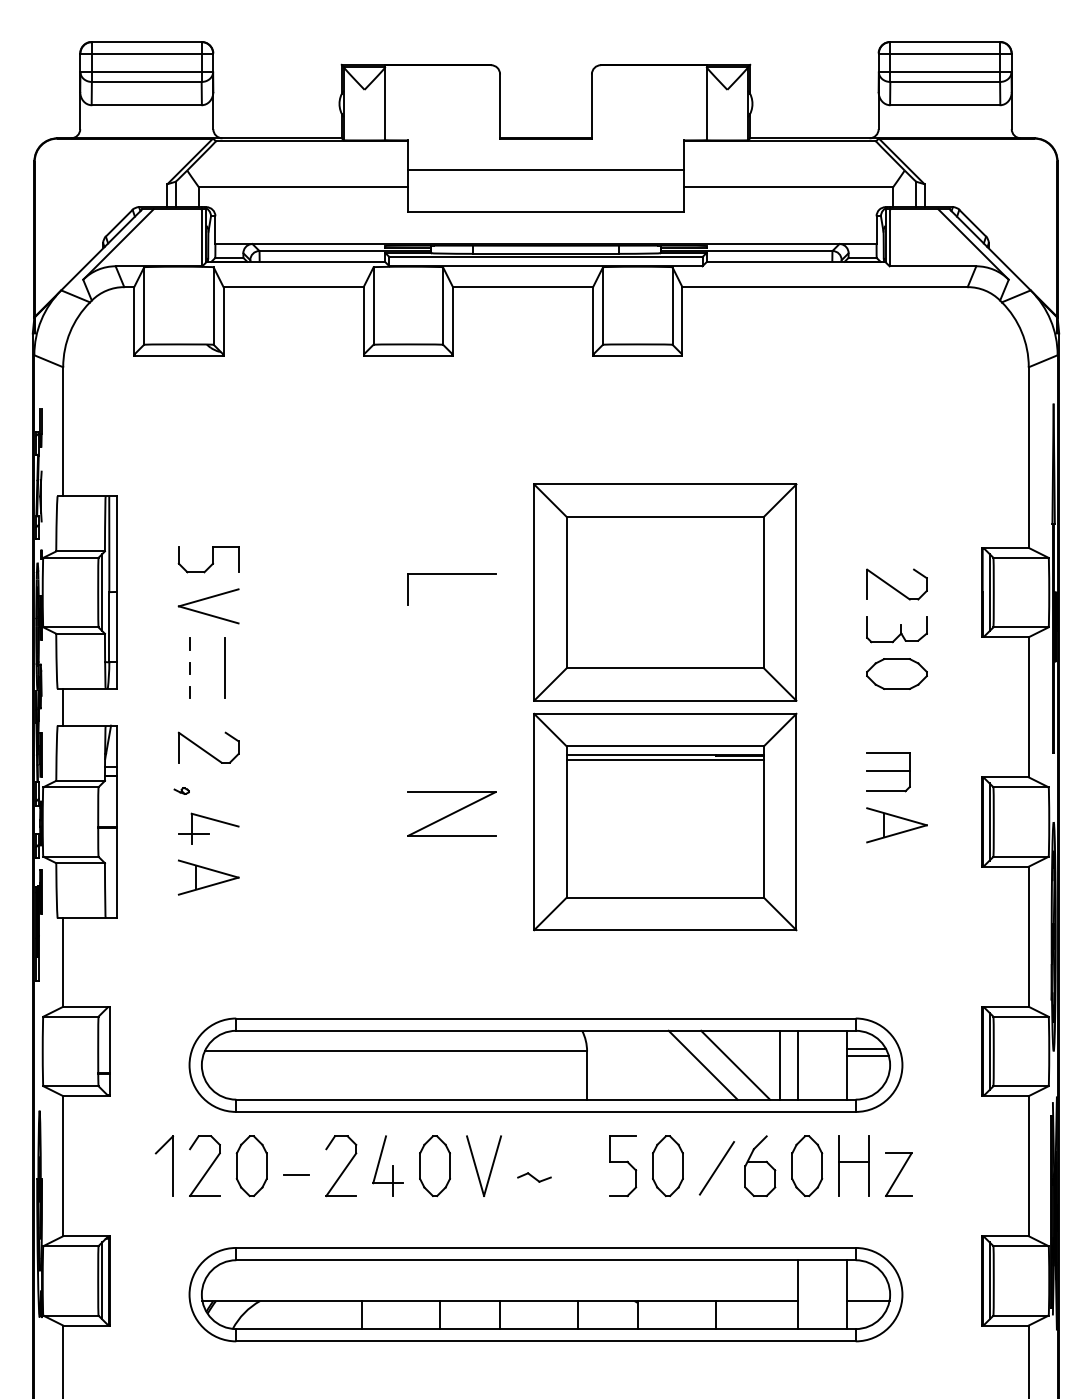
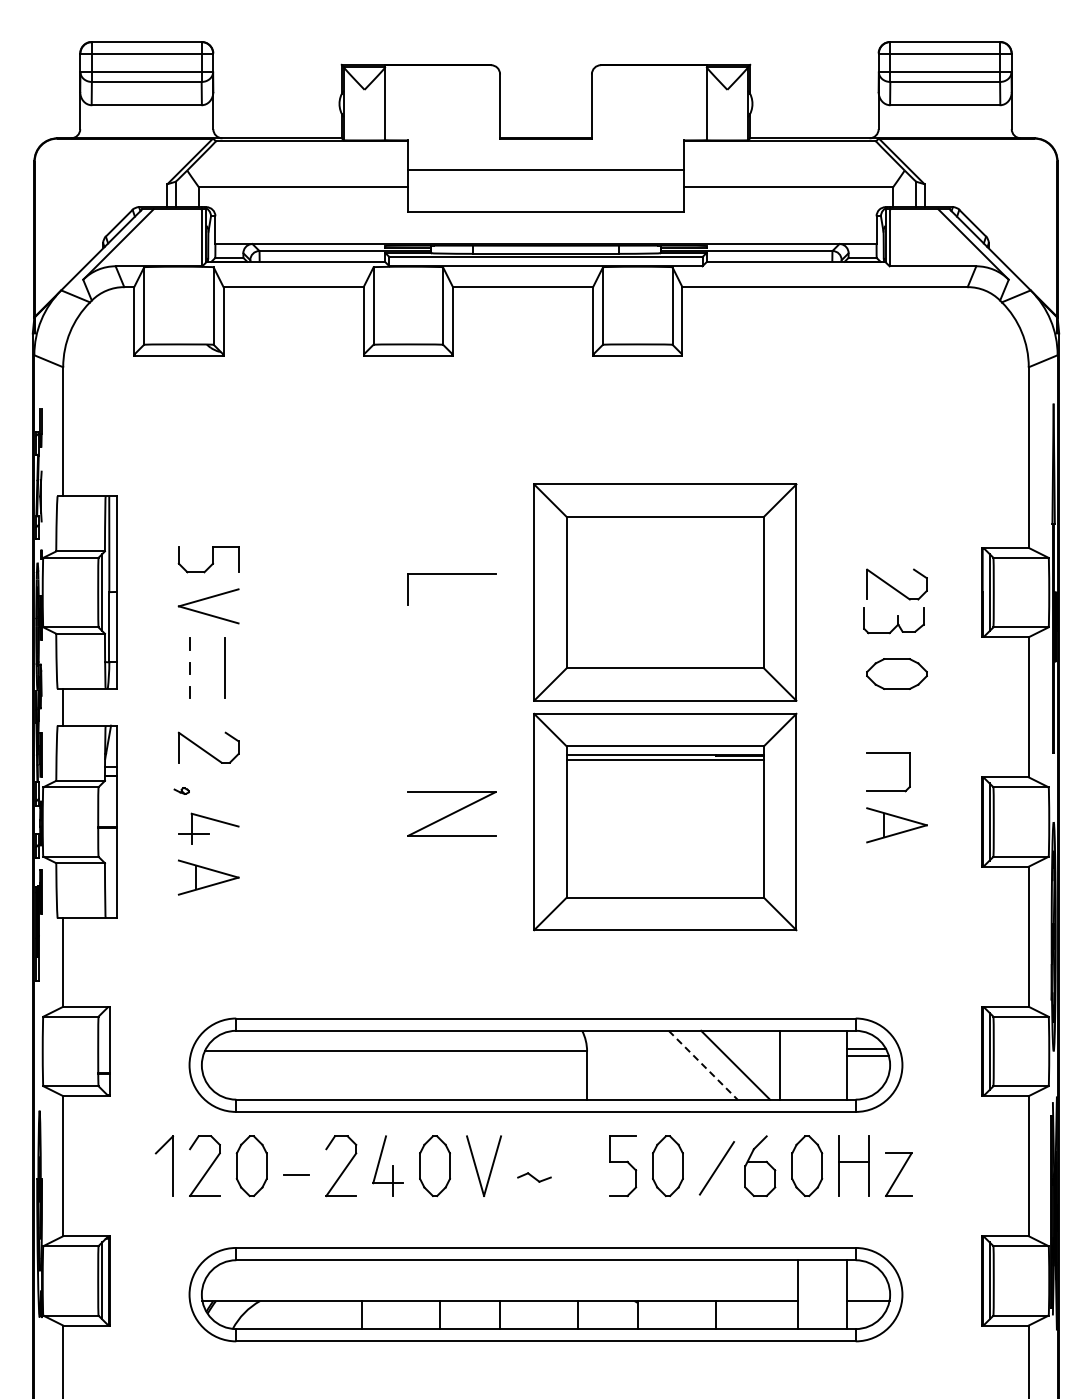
part at (896, 629) position: (896, 629) -> (893, 620)
line at (888, 771): present -> none
line at (798, 1064): present -> none
line at (703, 1065): solid -> dashed
